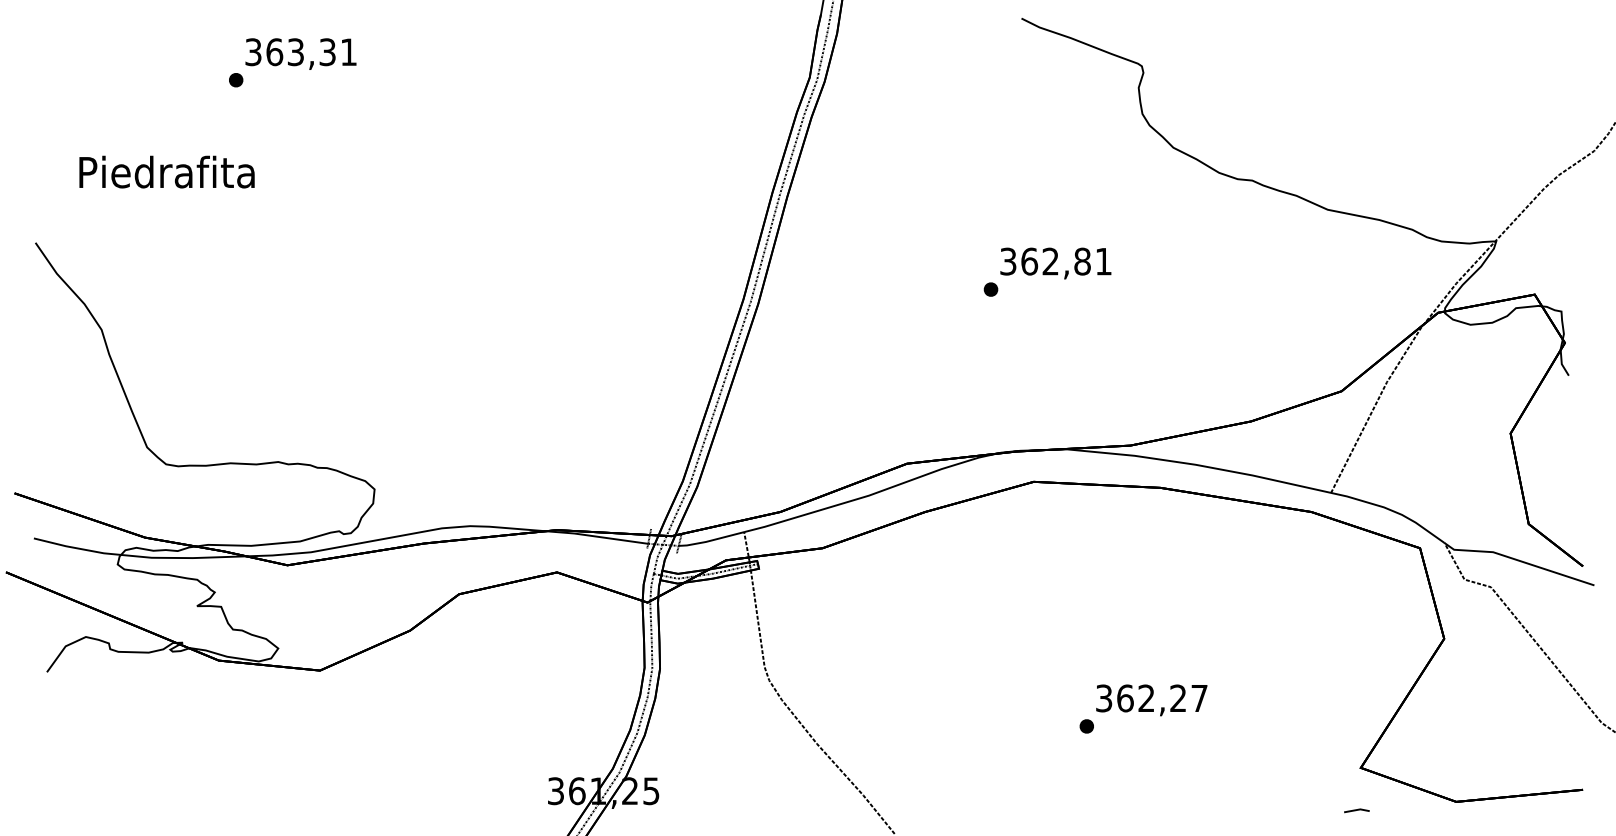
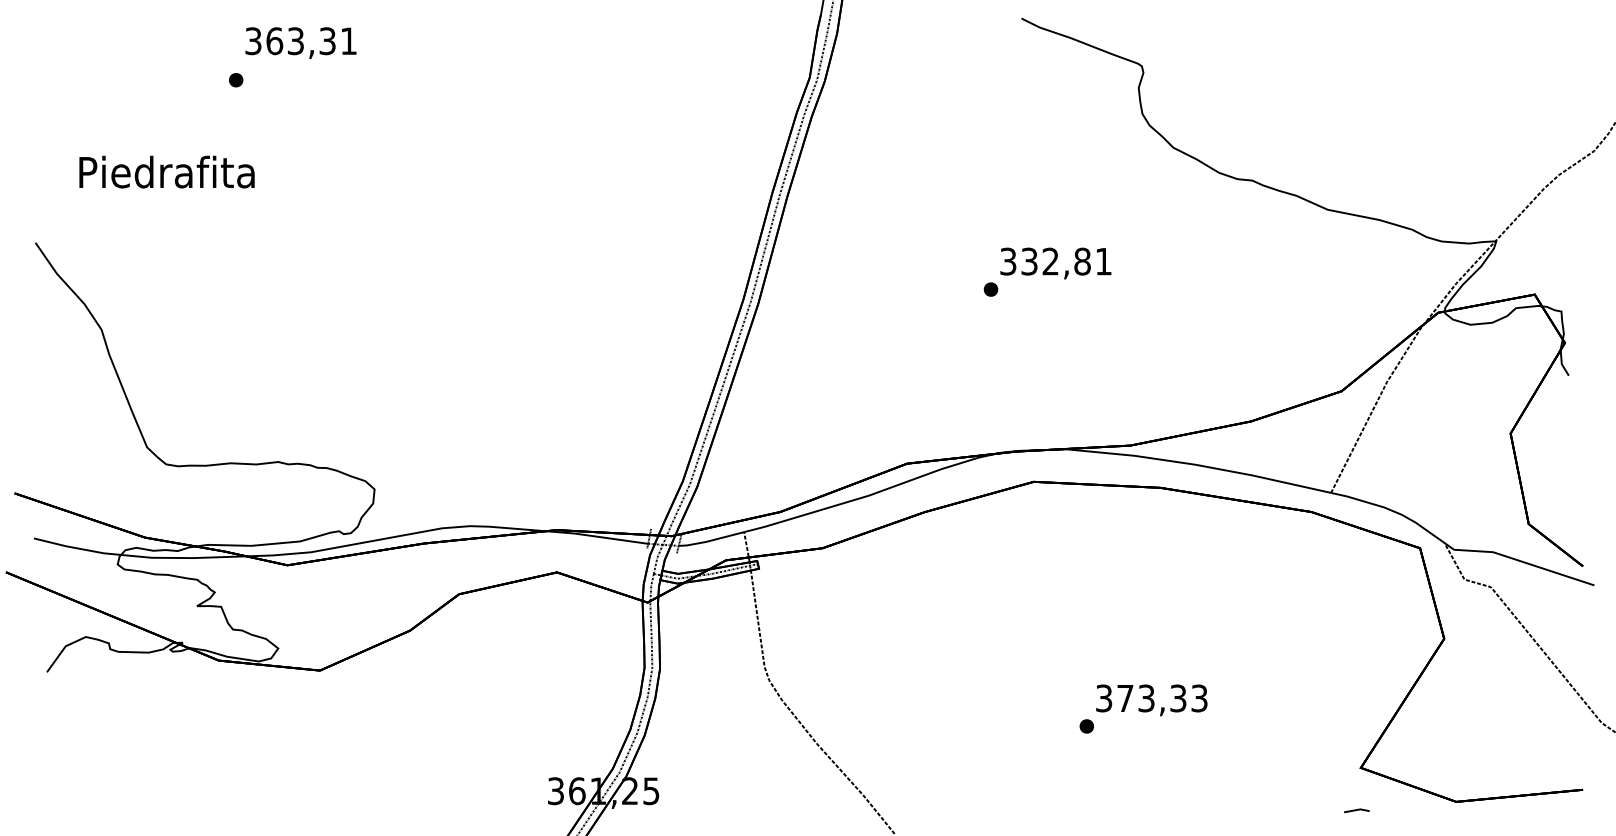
text at (300, 53) position: (300, 53) -> (300, 42)
text at (1029, 261): 362,81 -> 332,81
text at (1162, 698): 362,27 -> 373,33
